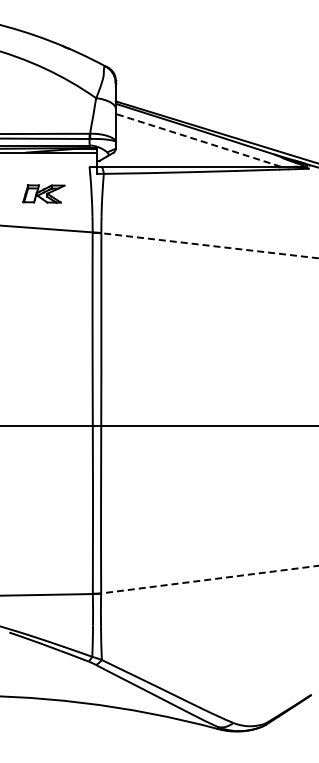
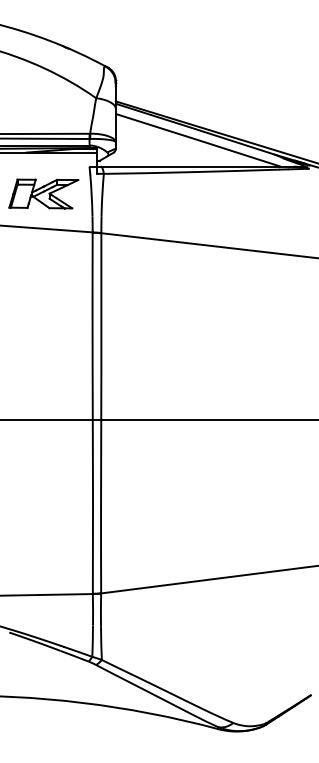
arc at (198, 140): dashed -> solid
part at (43, 193) size: 44x20 px -> 72x32 px
line at (209, 245): dashed -> solid
line at (158, 426) position: (158, 426) -> (158, 420)
line at (209, 579): dashed -> solid
